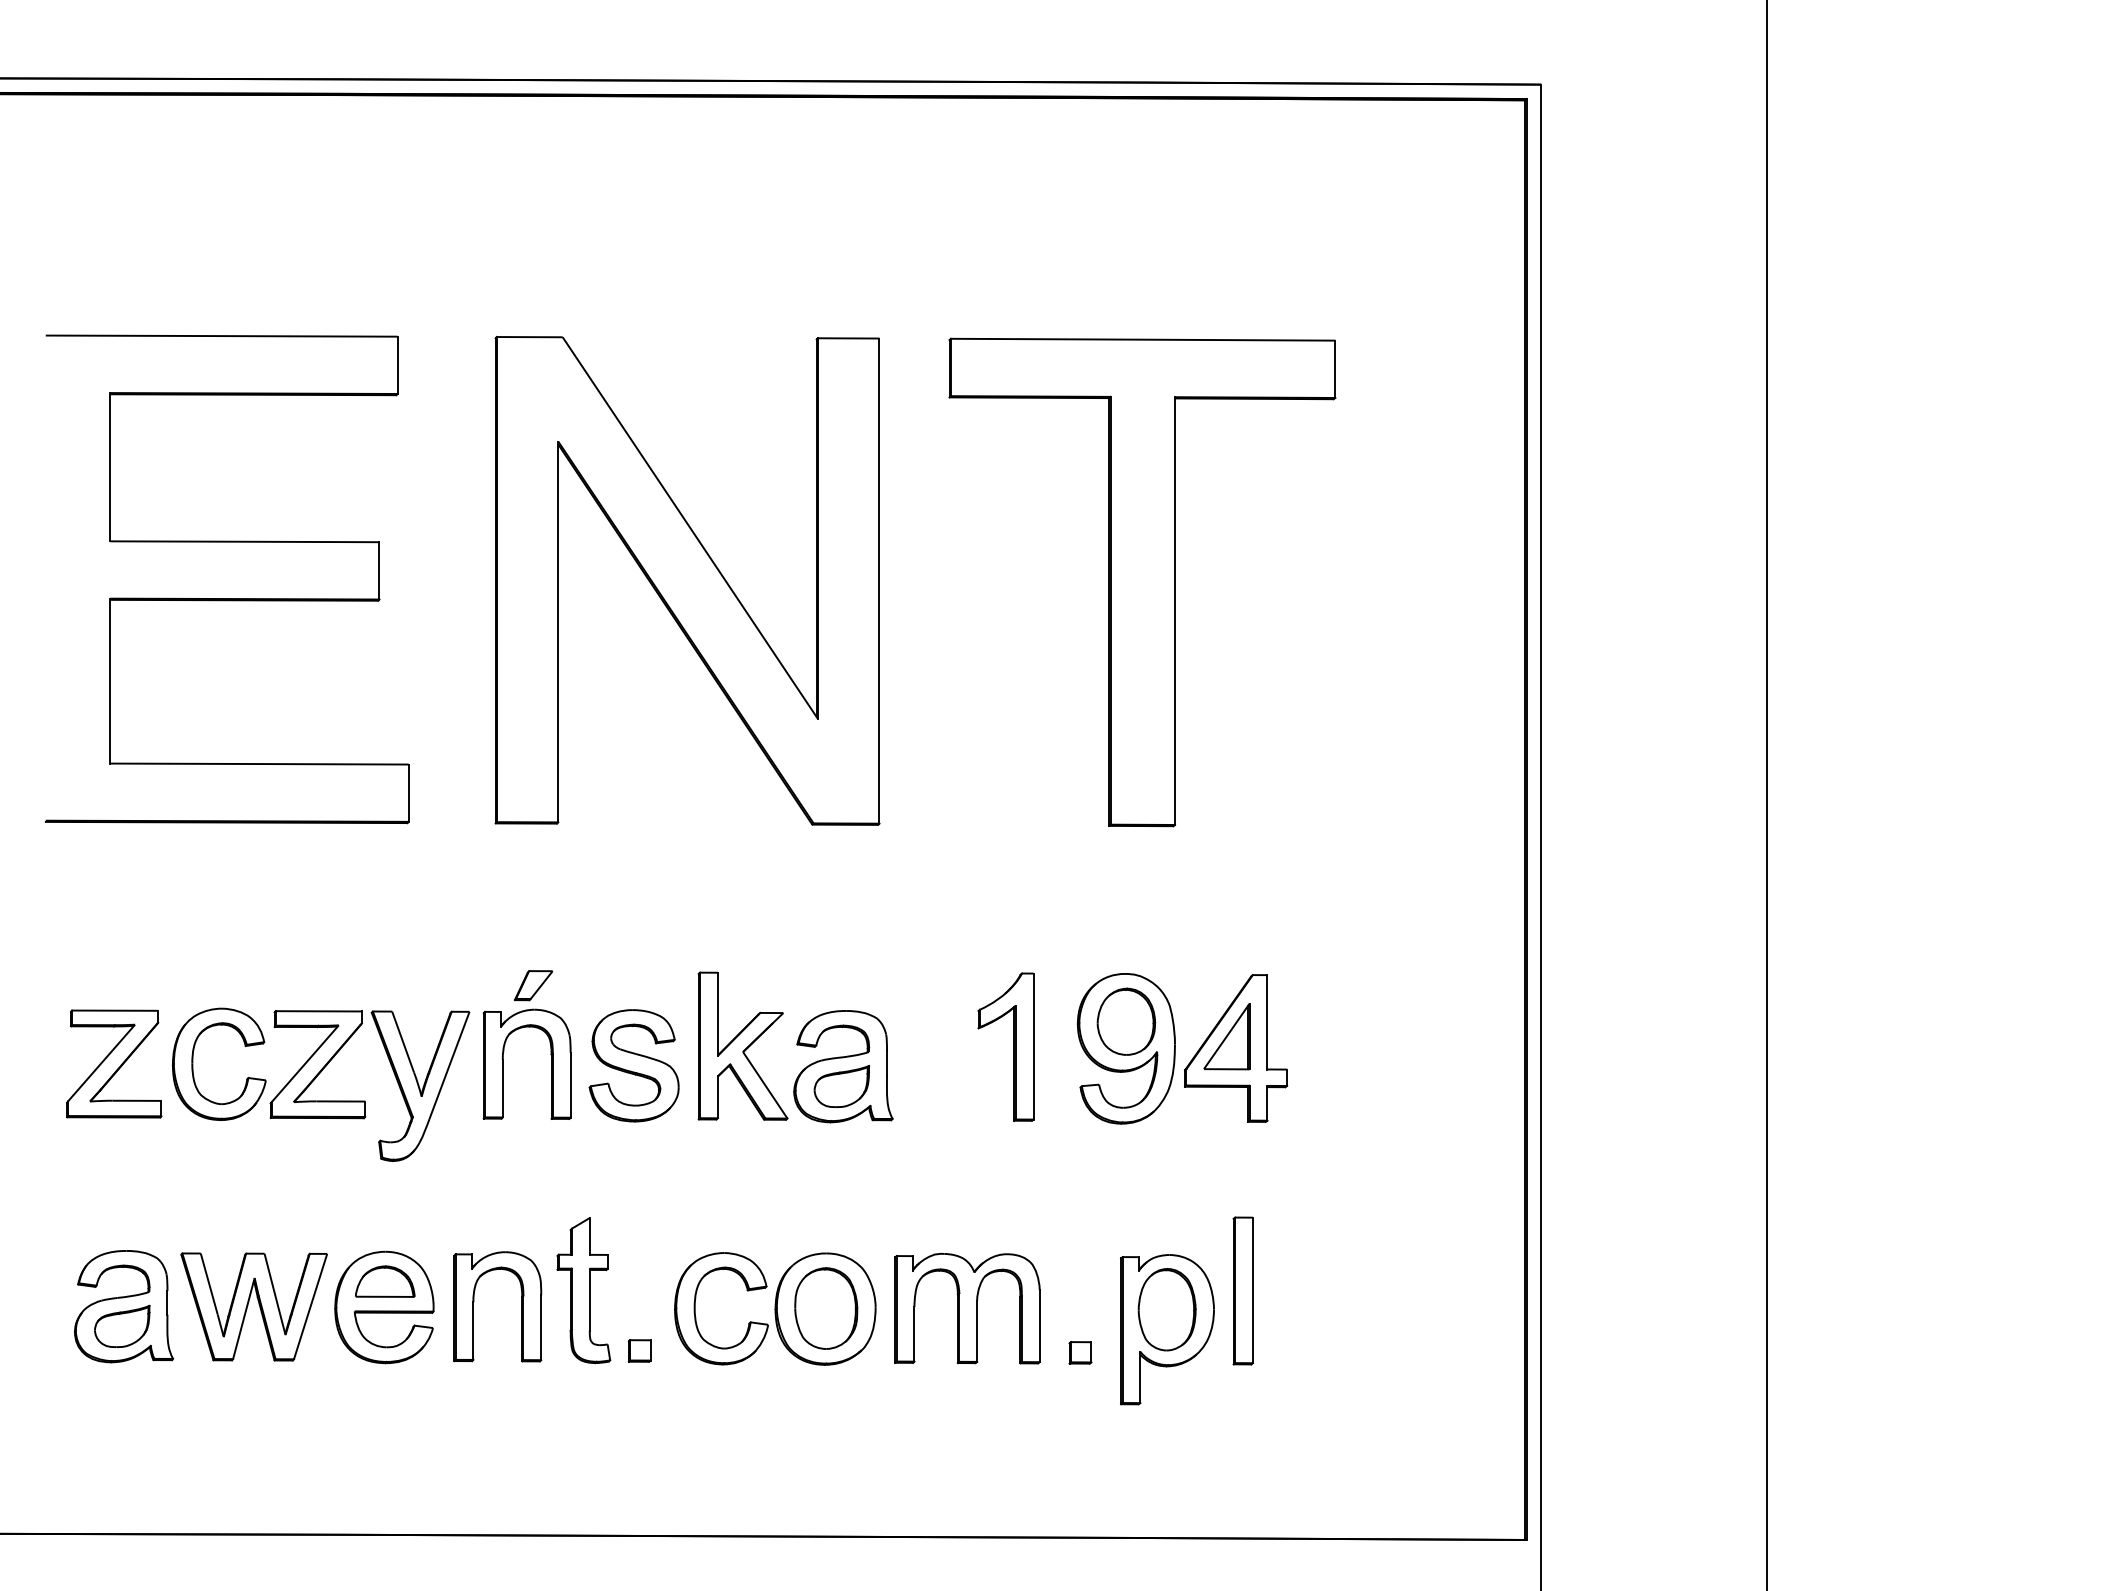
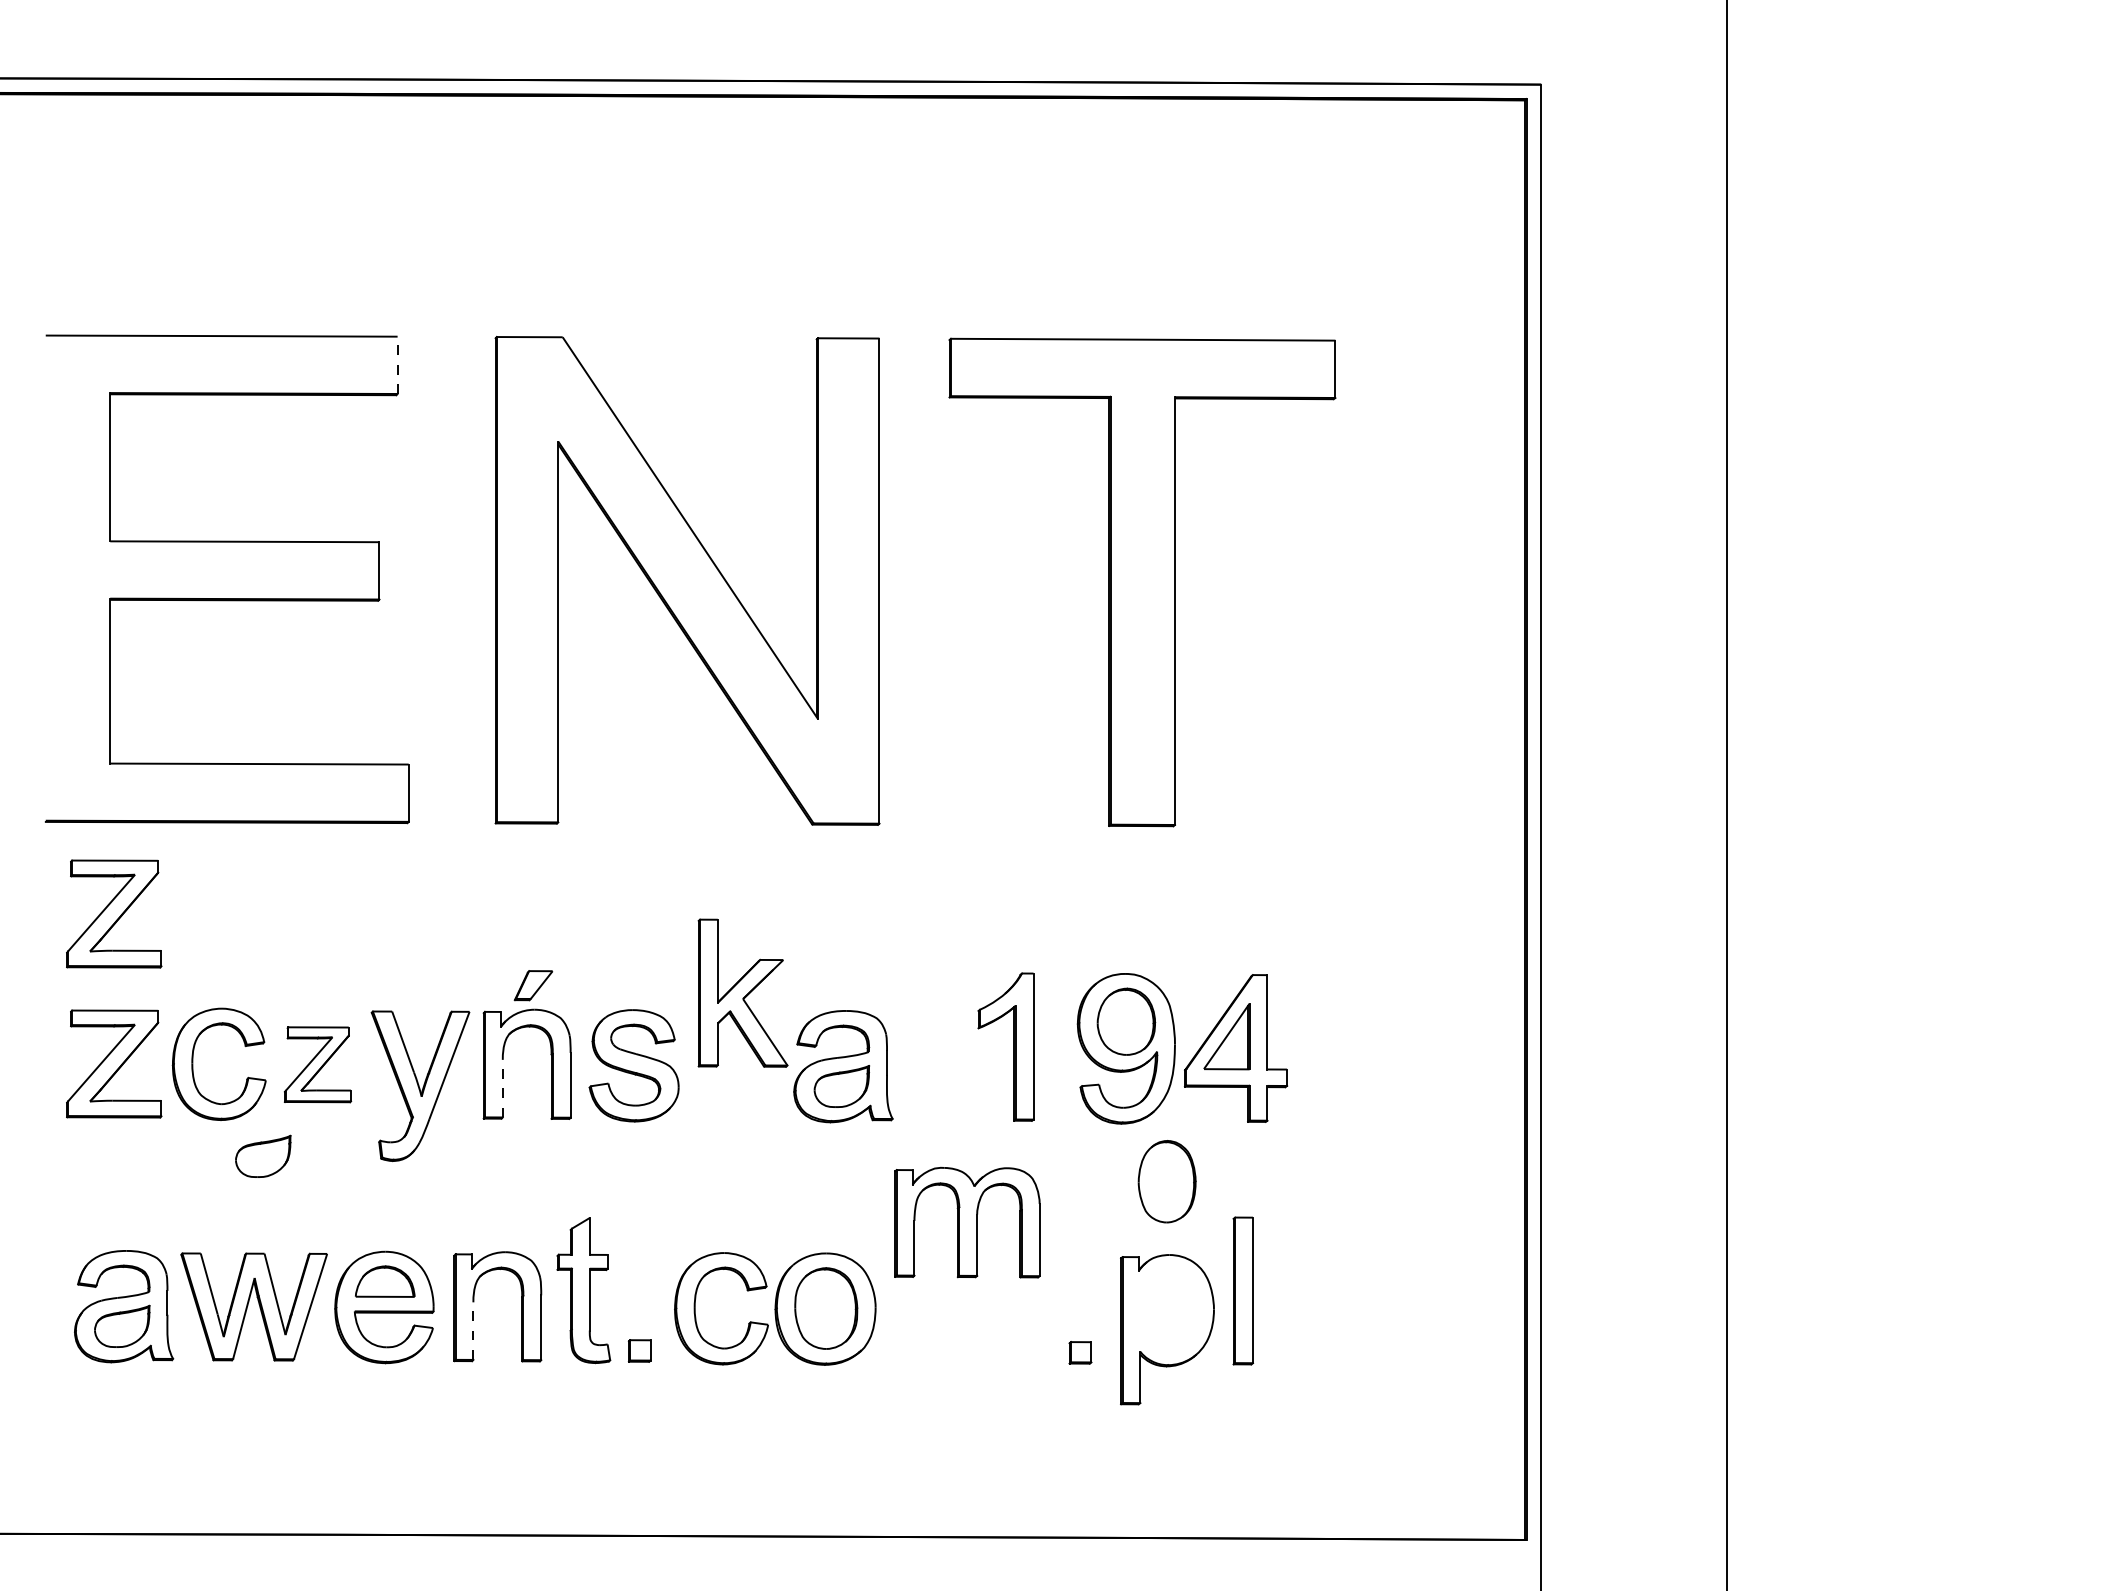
line at (397, 365): solid -> dashed
line at (1767, 794) position: (1767, 794) -> (1727, 794)
part at (114, 913): none -> present
part at (742, 1045) position: (742, 1045) -> (742, 992)
part at (317, 1064) size: 98x110 px -> 70x78 px
line at (502, 1088): solid -> dashed
part at (263, 1155): none -> present
part at (967, 1308) position: (967, 1308) -> (967, 1222)
part at (1166, 1309) position: (1166, 1309) -> (1166, 1181)
line at (473, 1331): solid -> dashed
